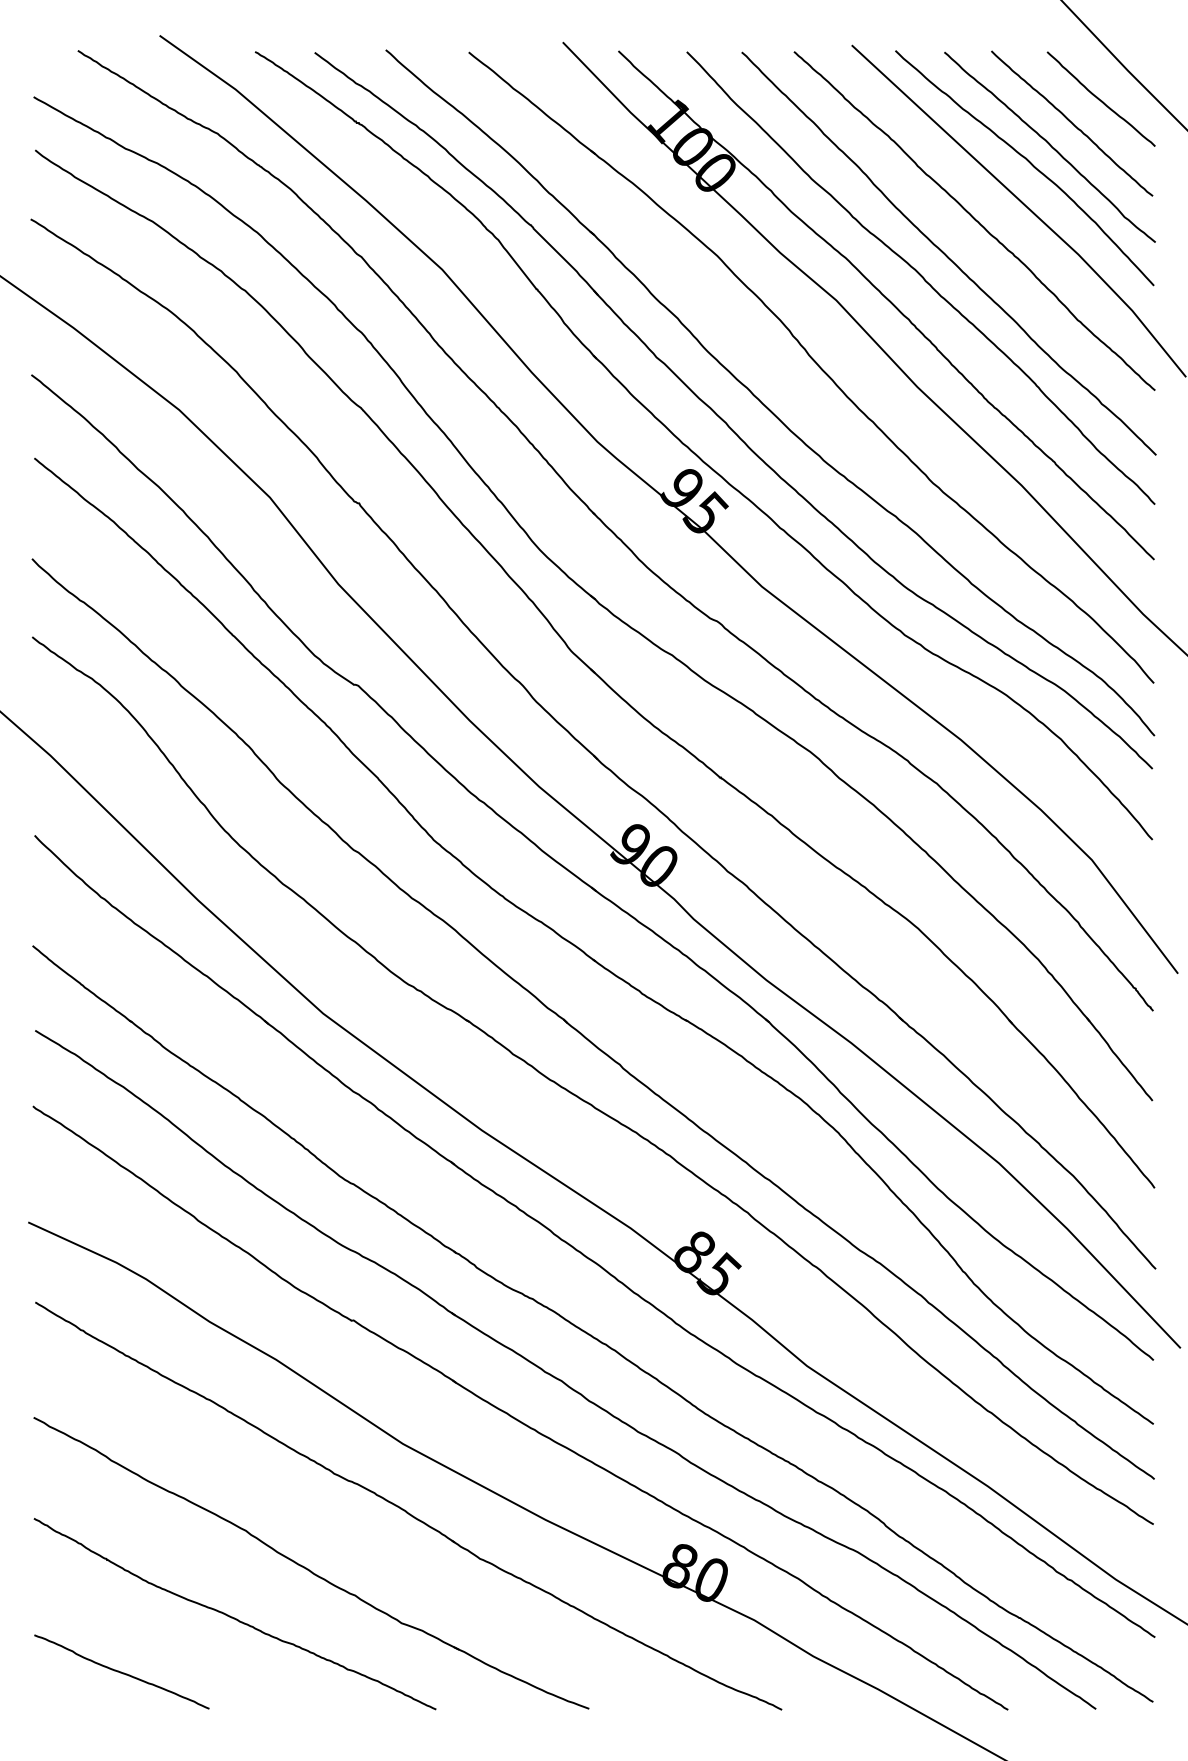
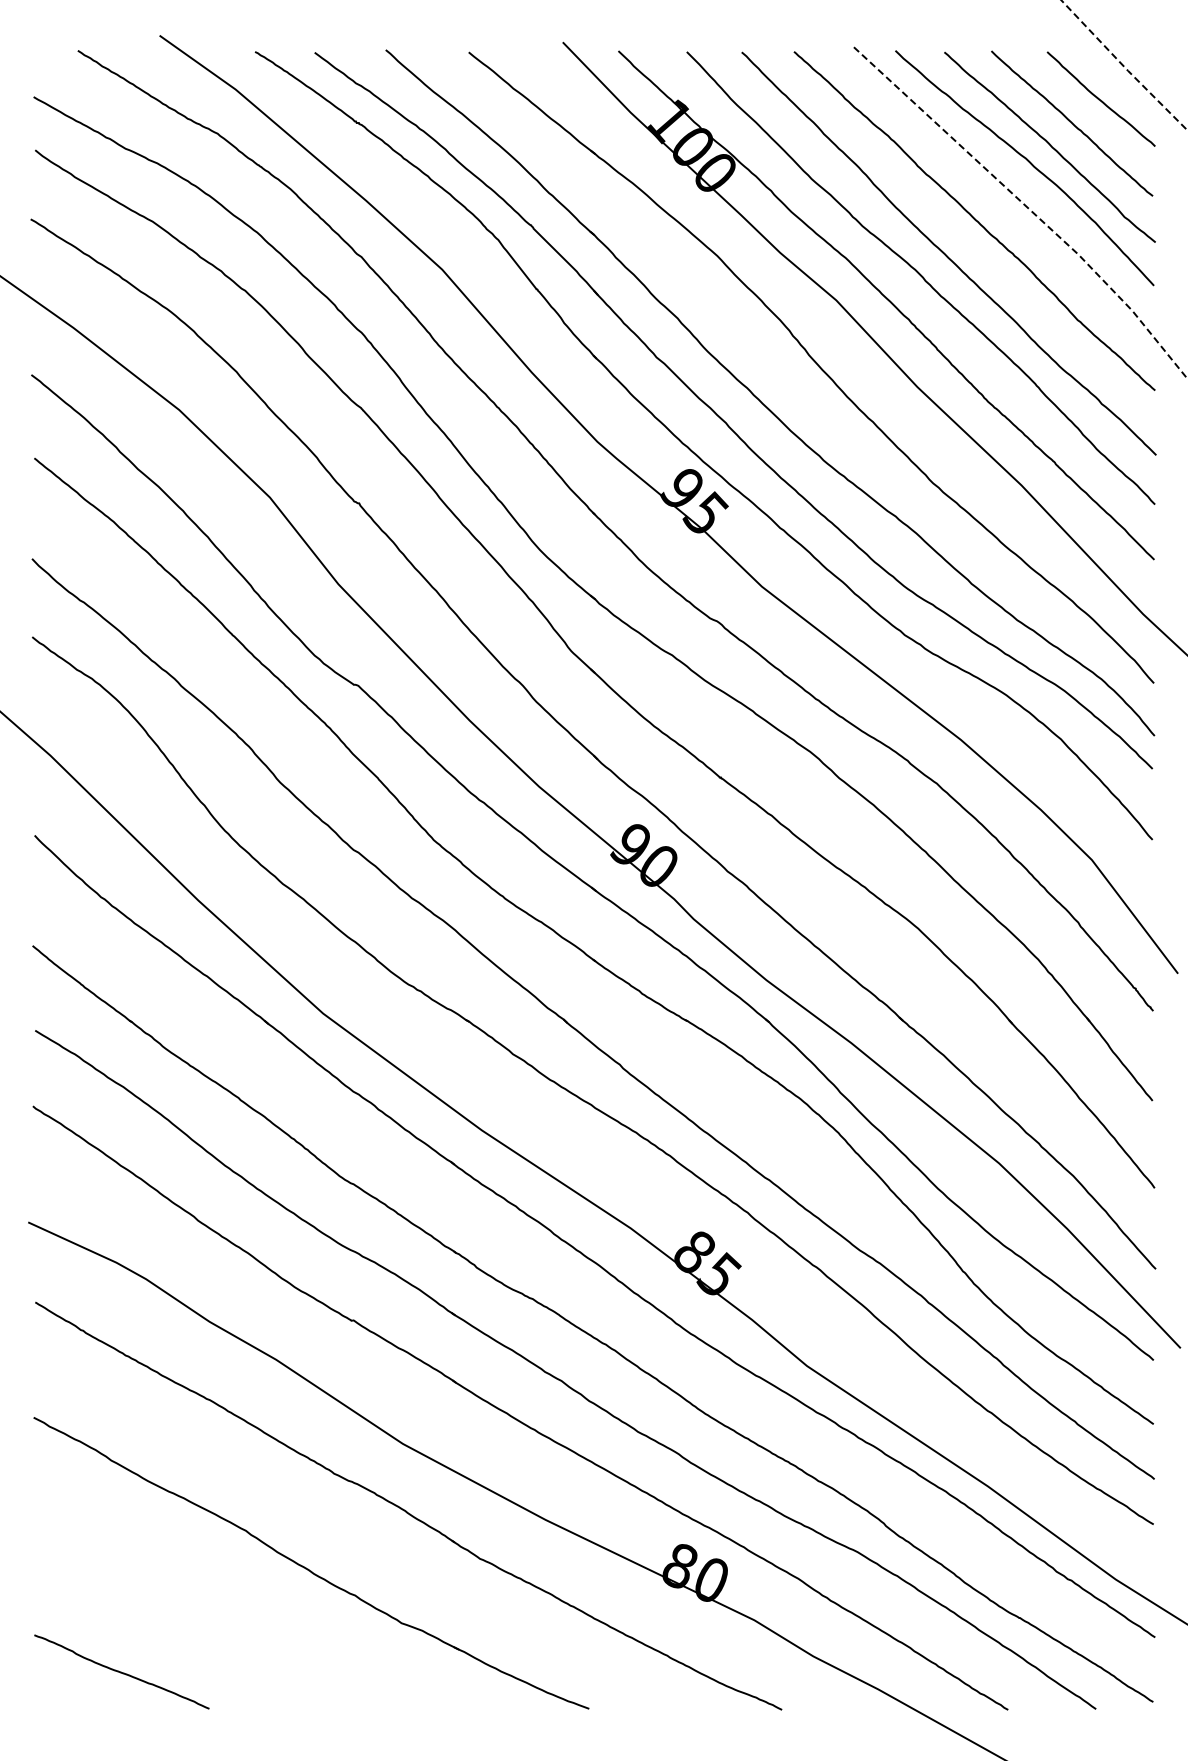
line at (1123, 66): solid -> dashed
line at (1025, 205): solid -> dashed
curve at (232, 1616): present -> none
